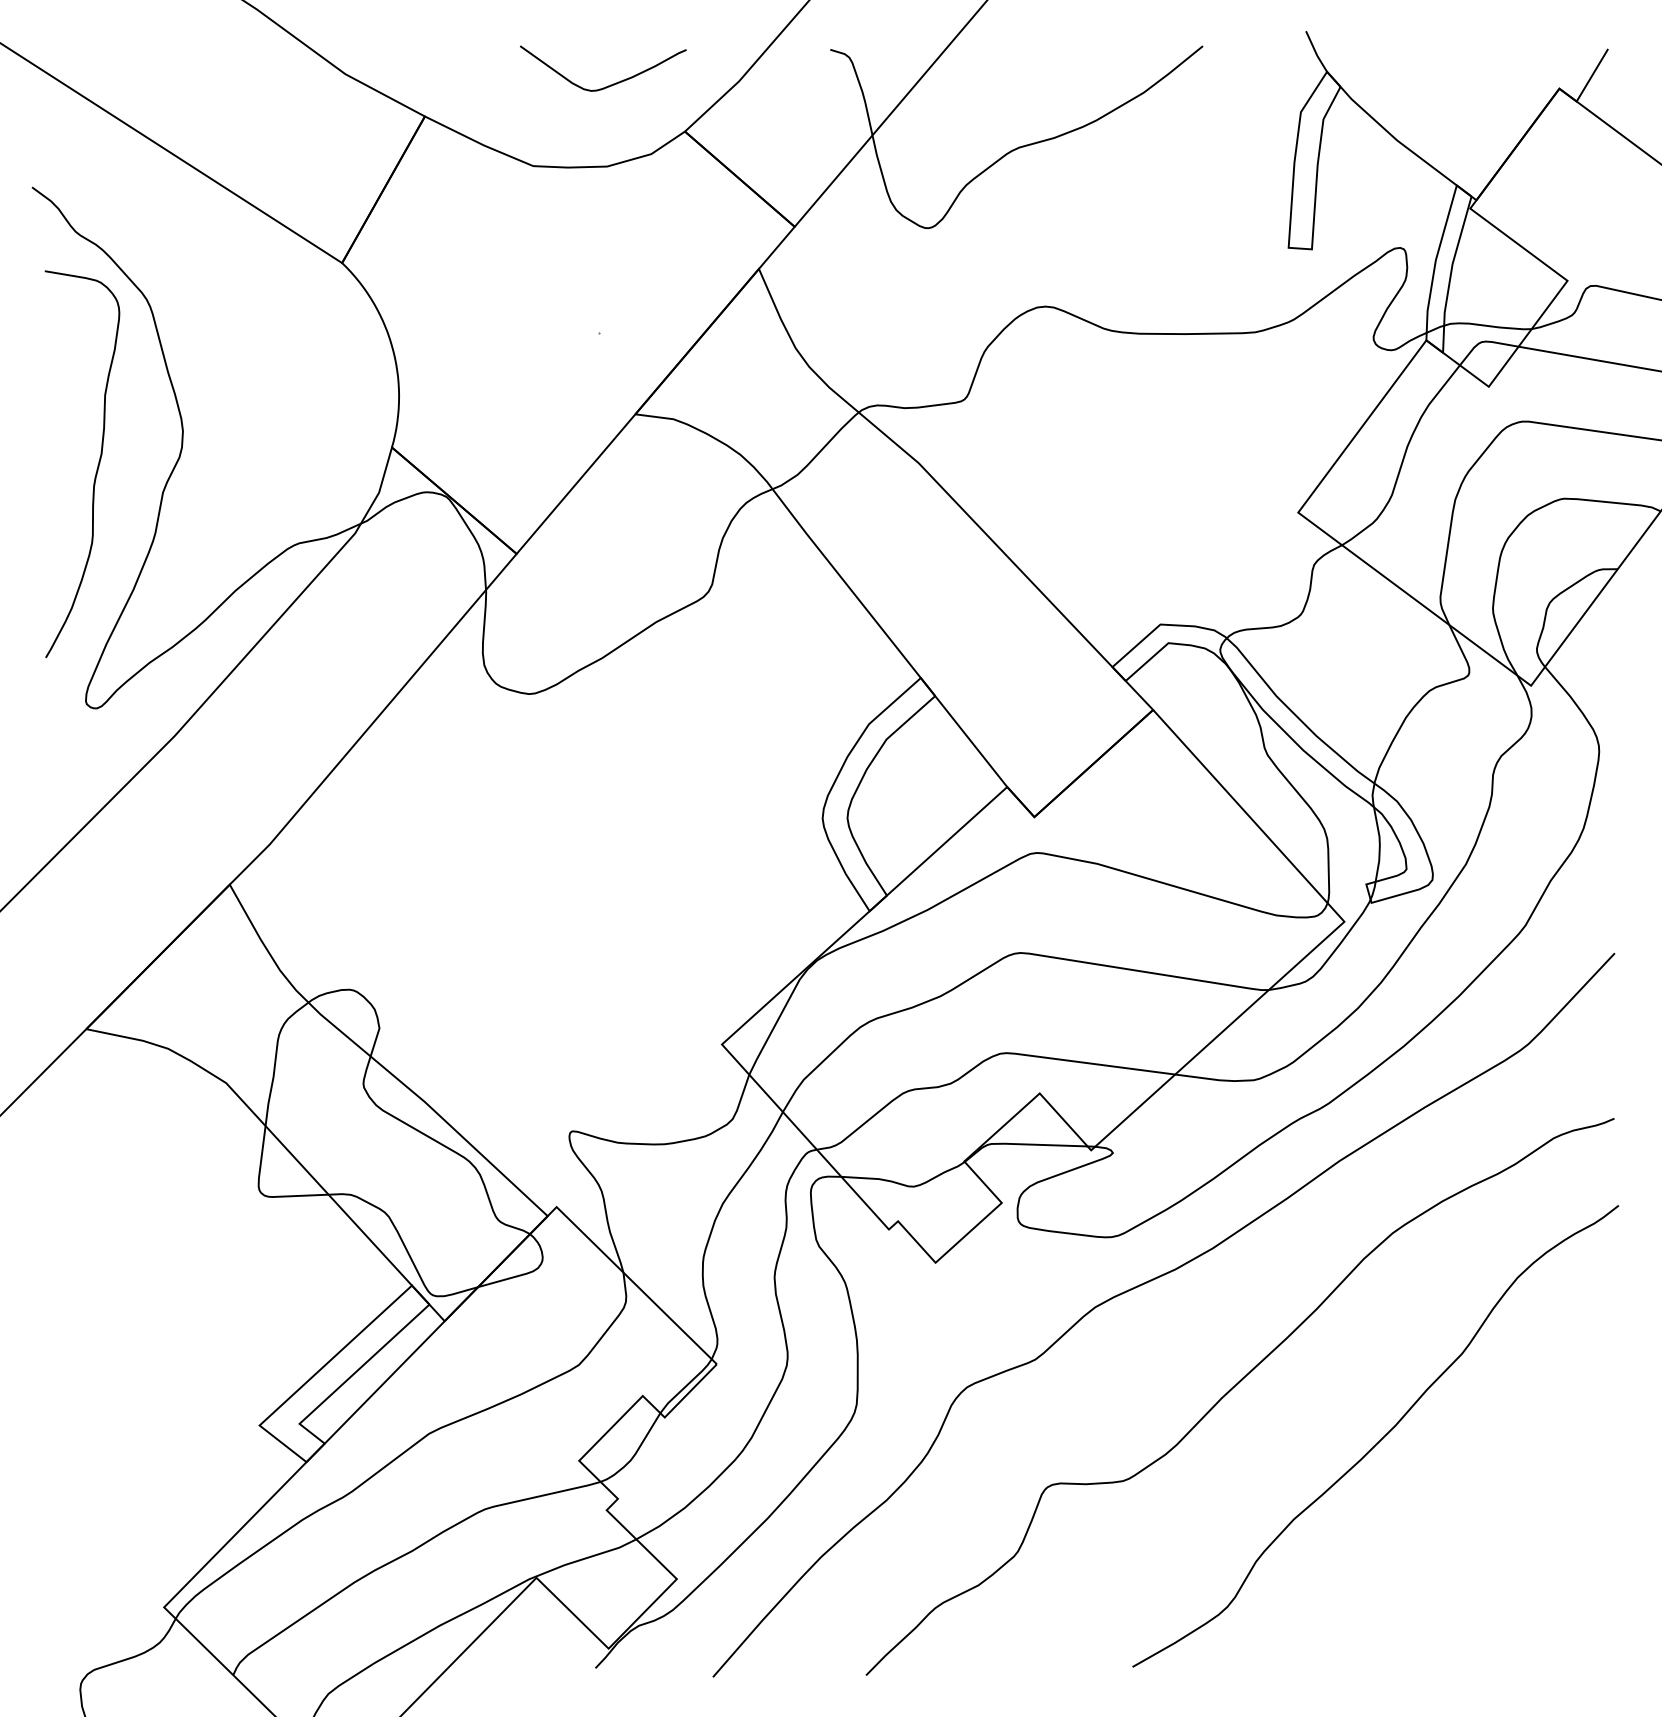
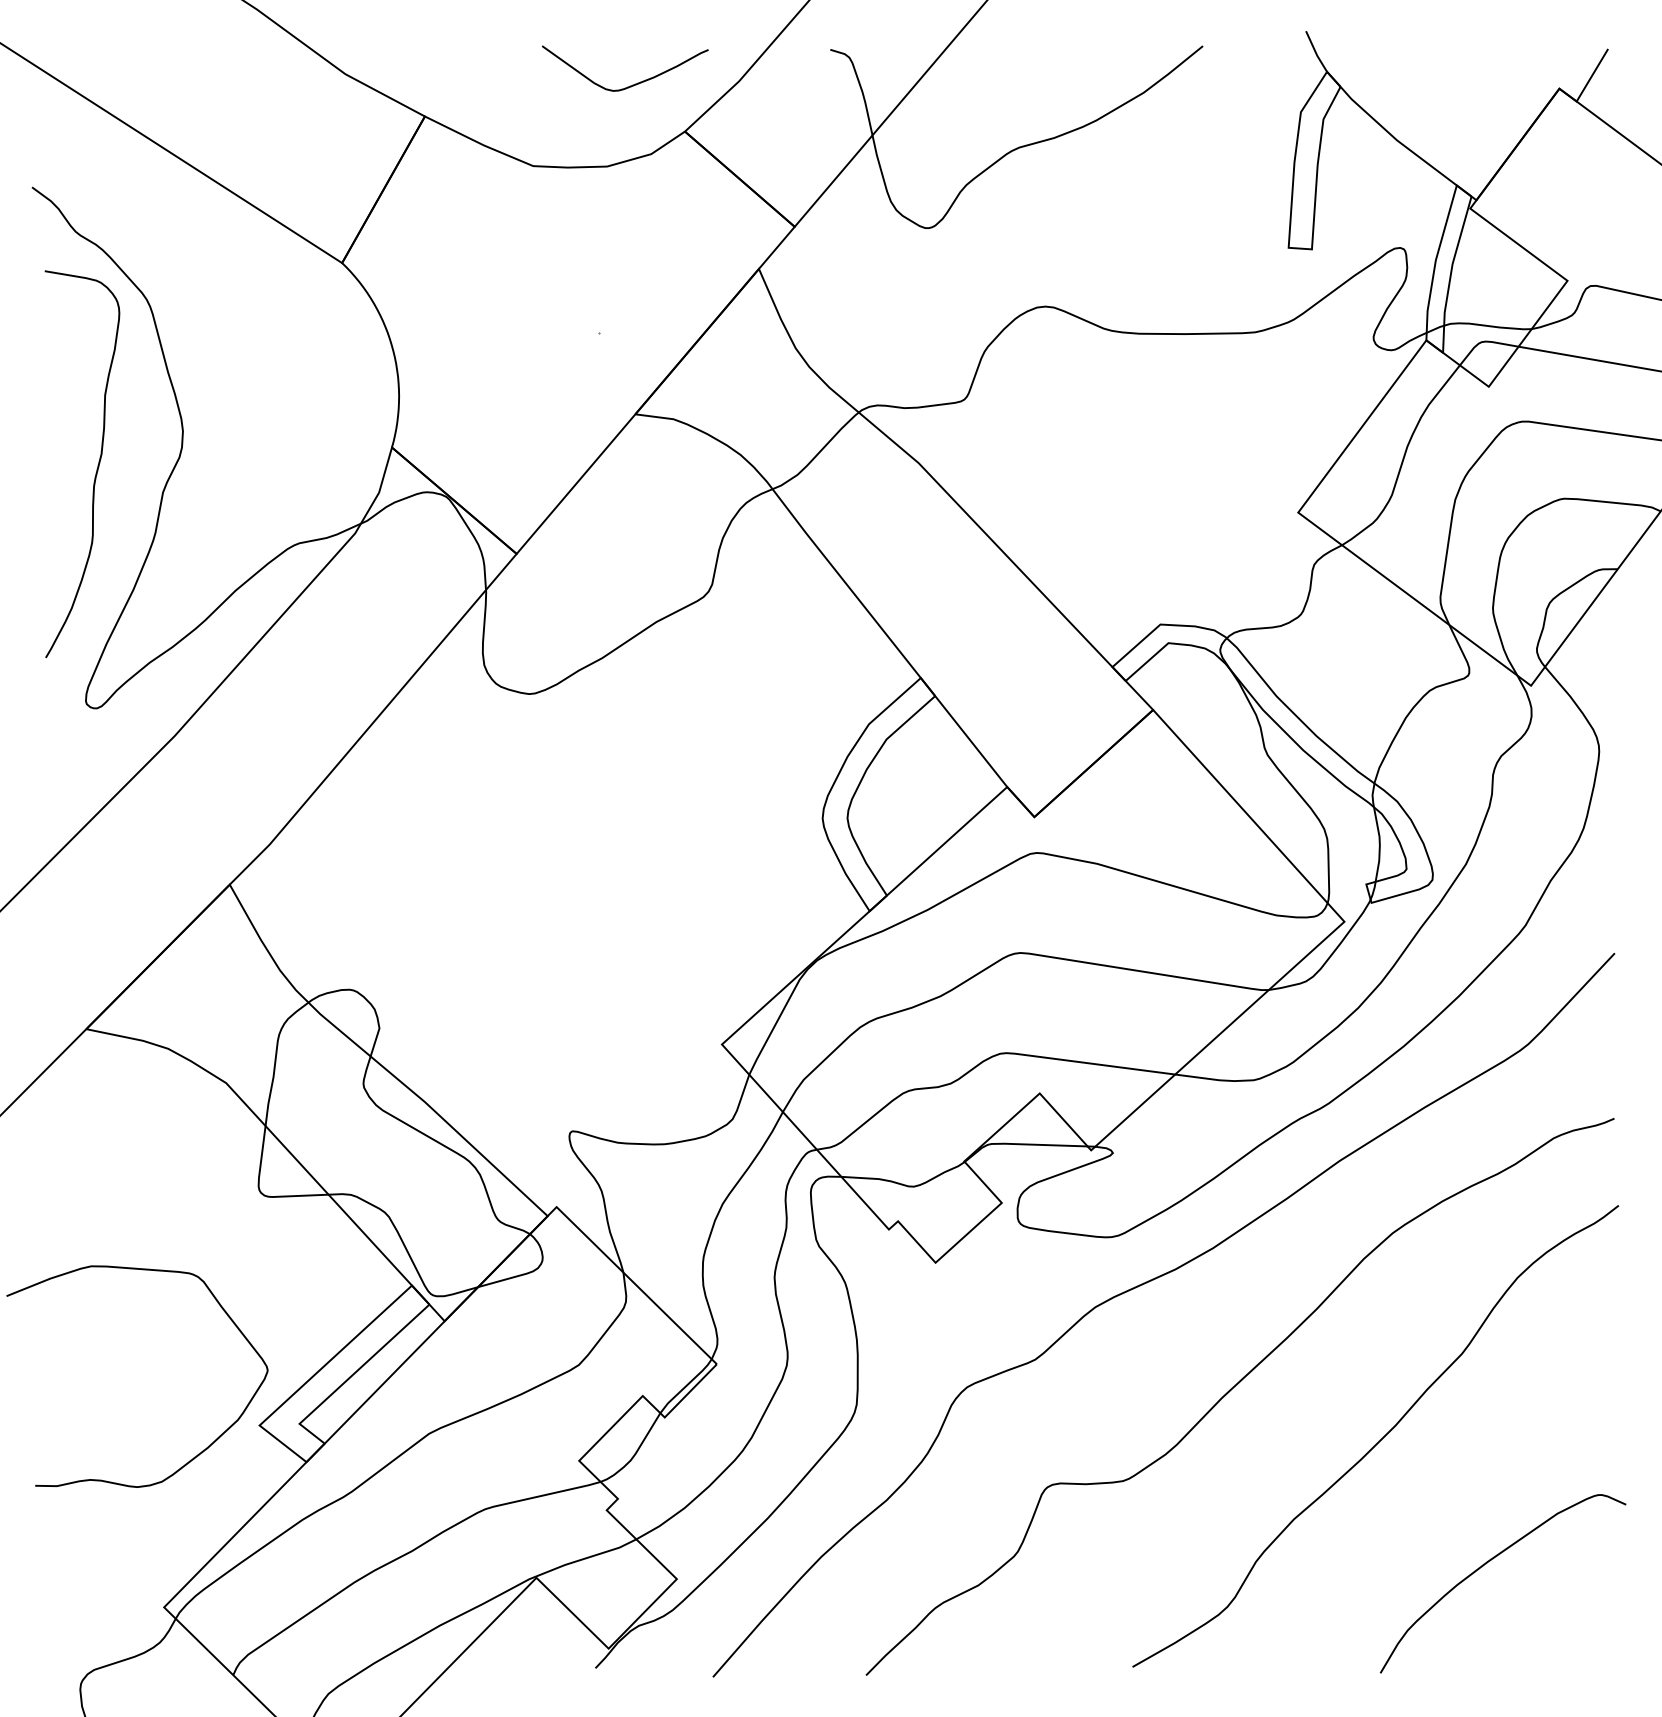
curve at (610, 84) position: (610, 84) -> (632, 84)
curve at (194, 1456): none -> present
curve at (1486, 1564): none -> present
